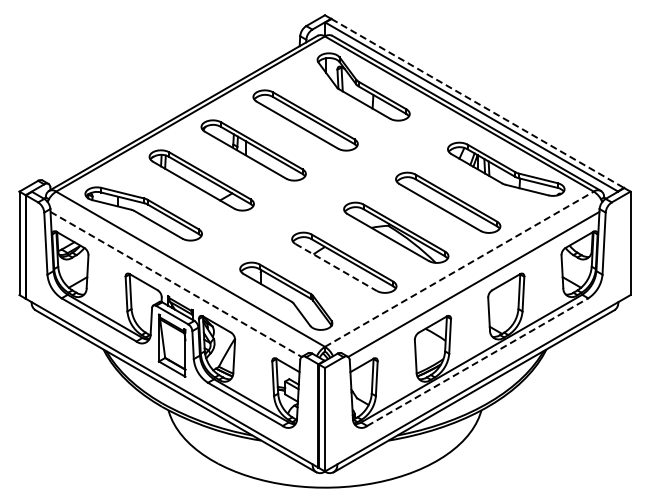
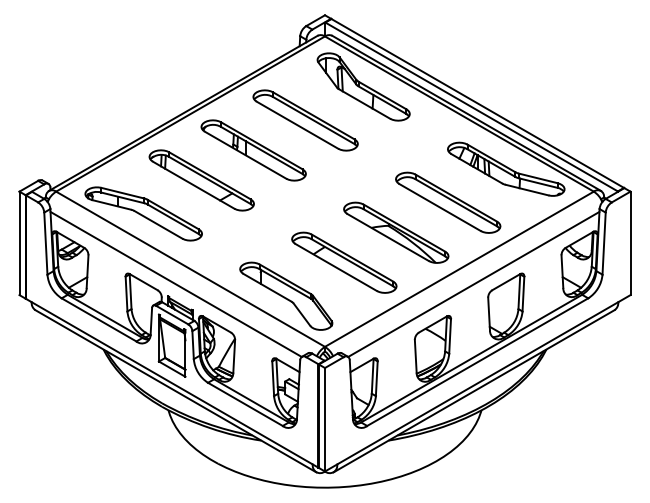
line at (477, 103): dashed -> solid
line at (336, 267): dashed -> solid
line at (459, 269): dashed -> solid
line at (176, 284): dashed -> solid
line at (477, 362): dashed -> solid
